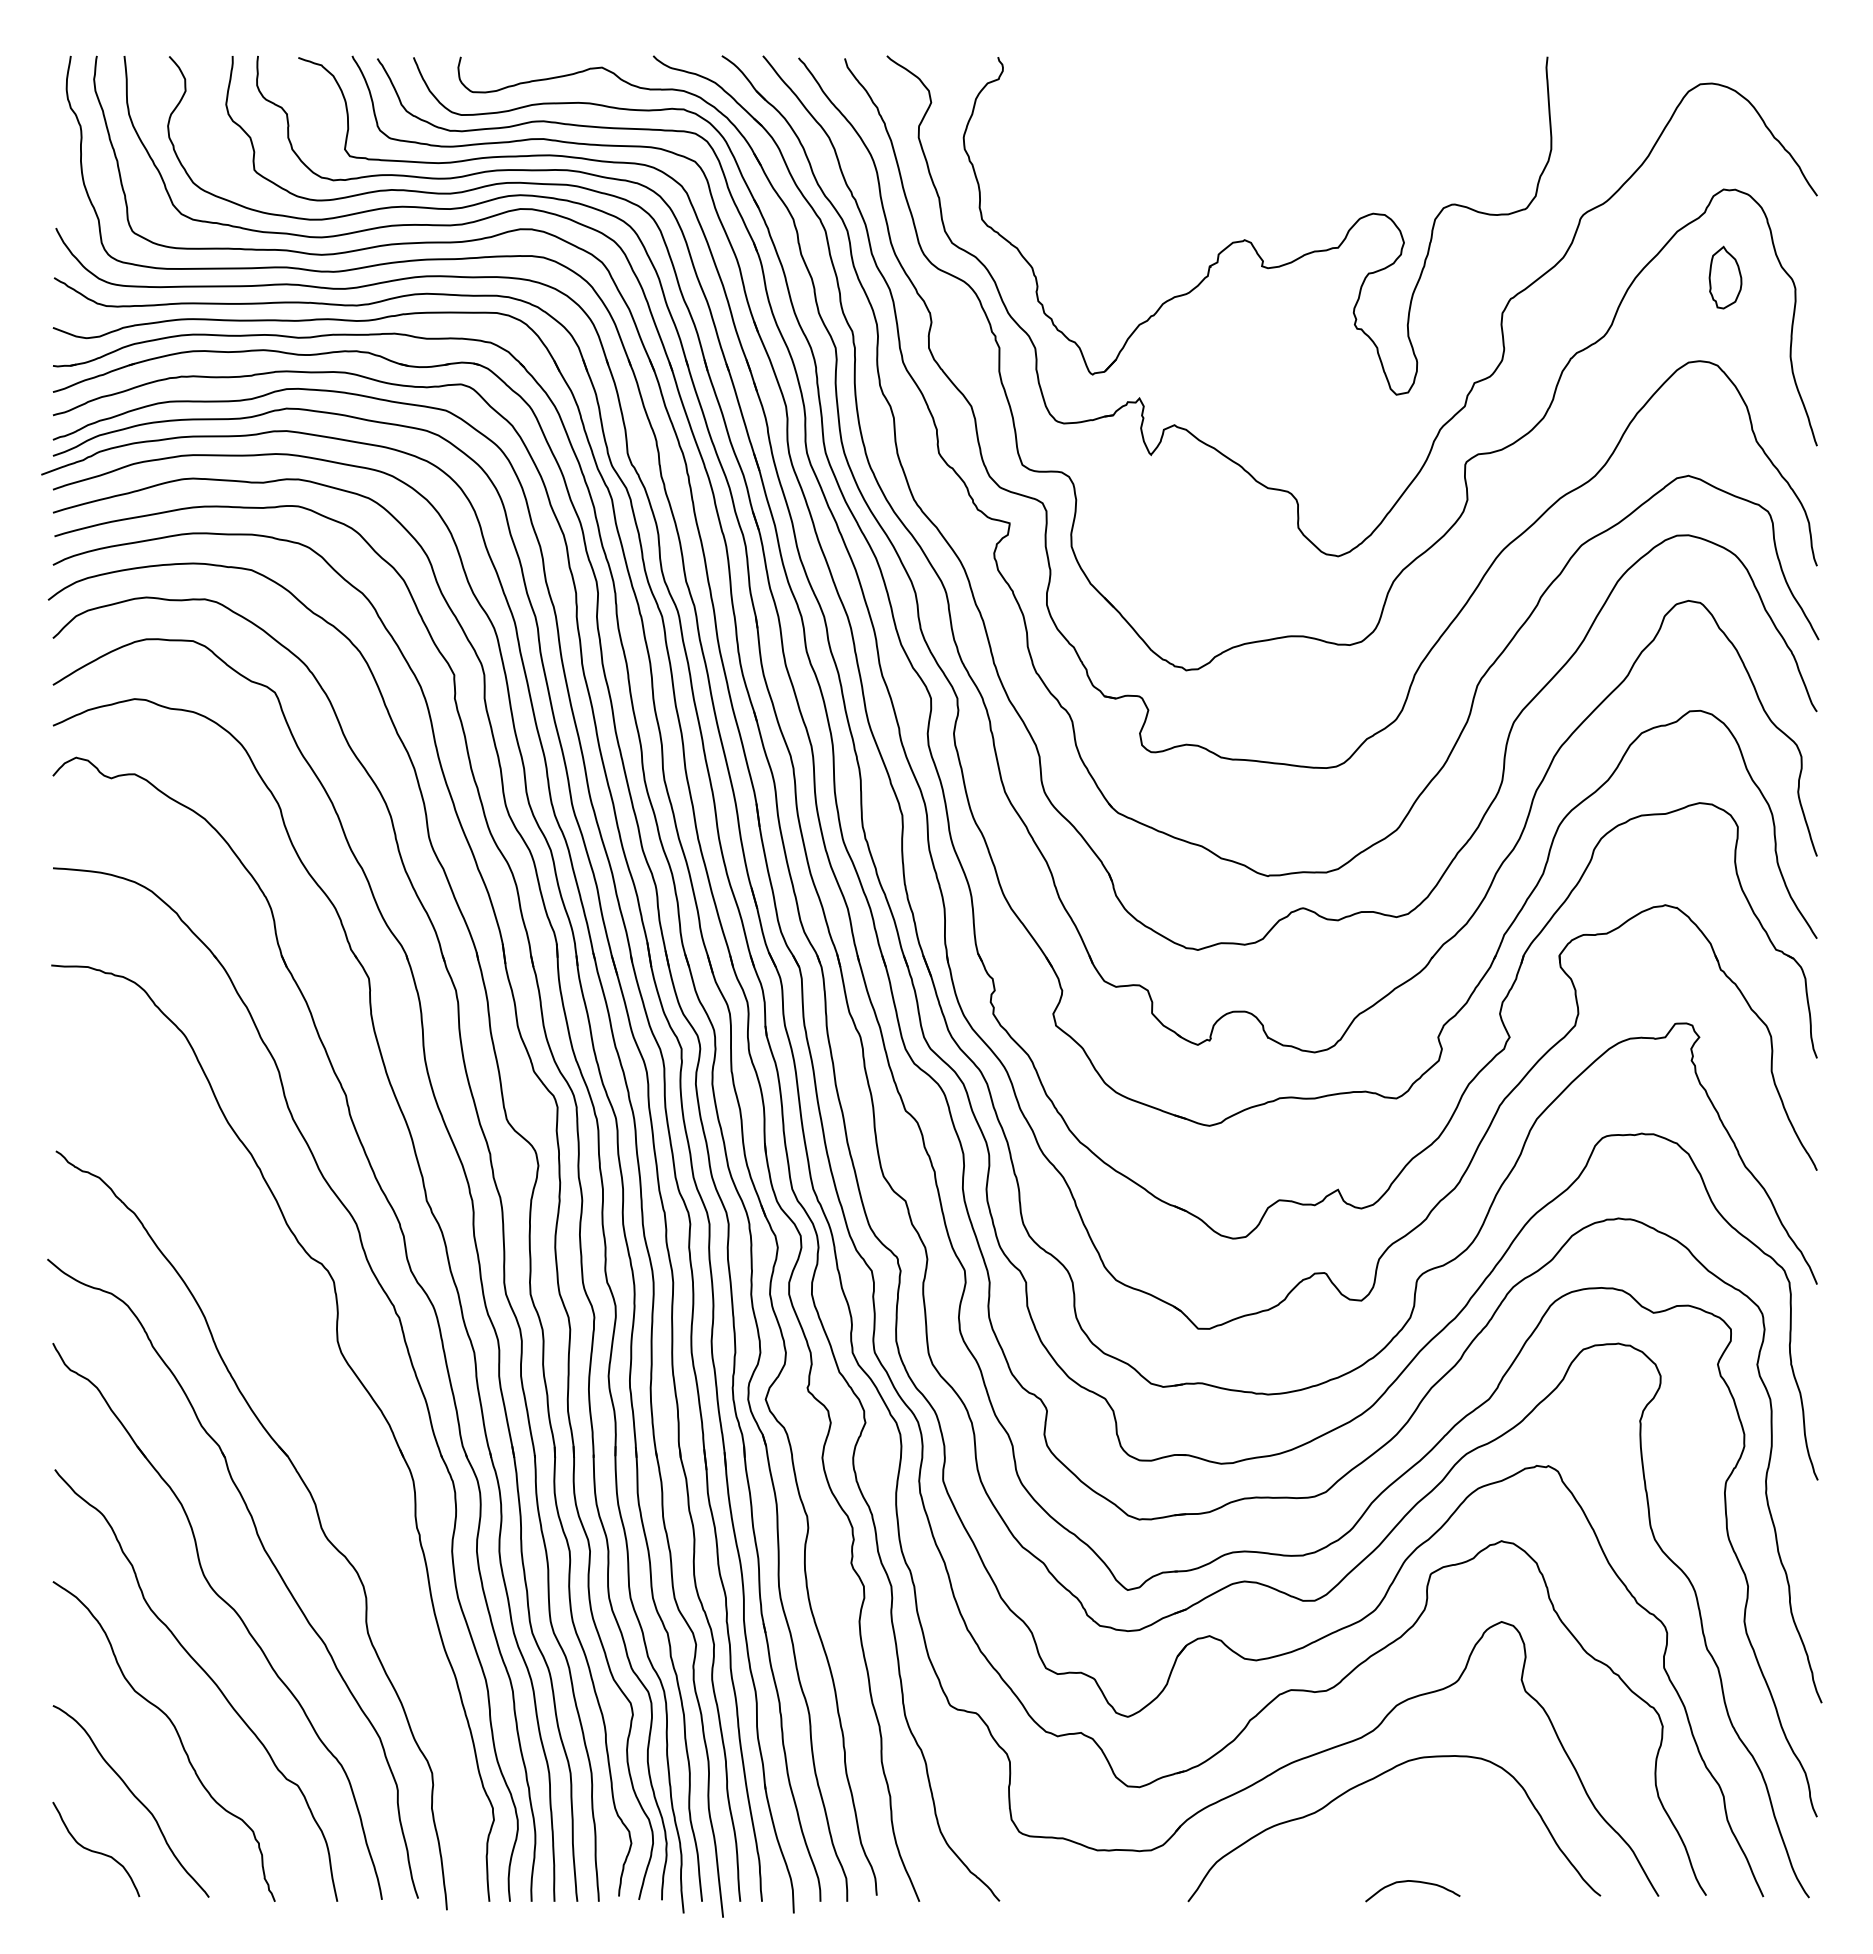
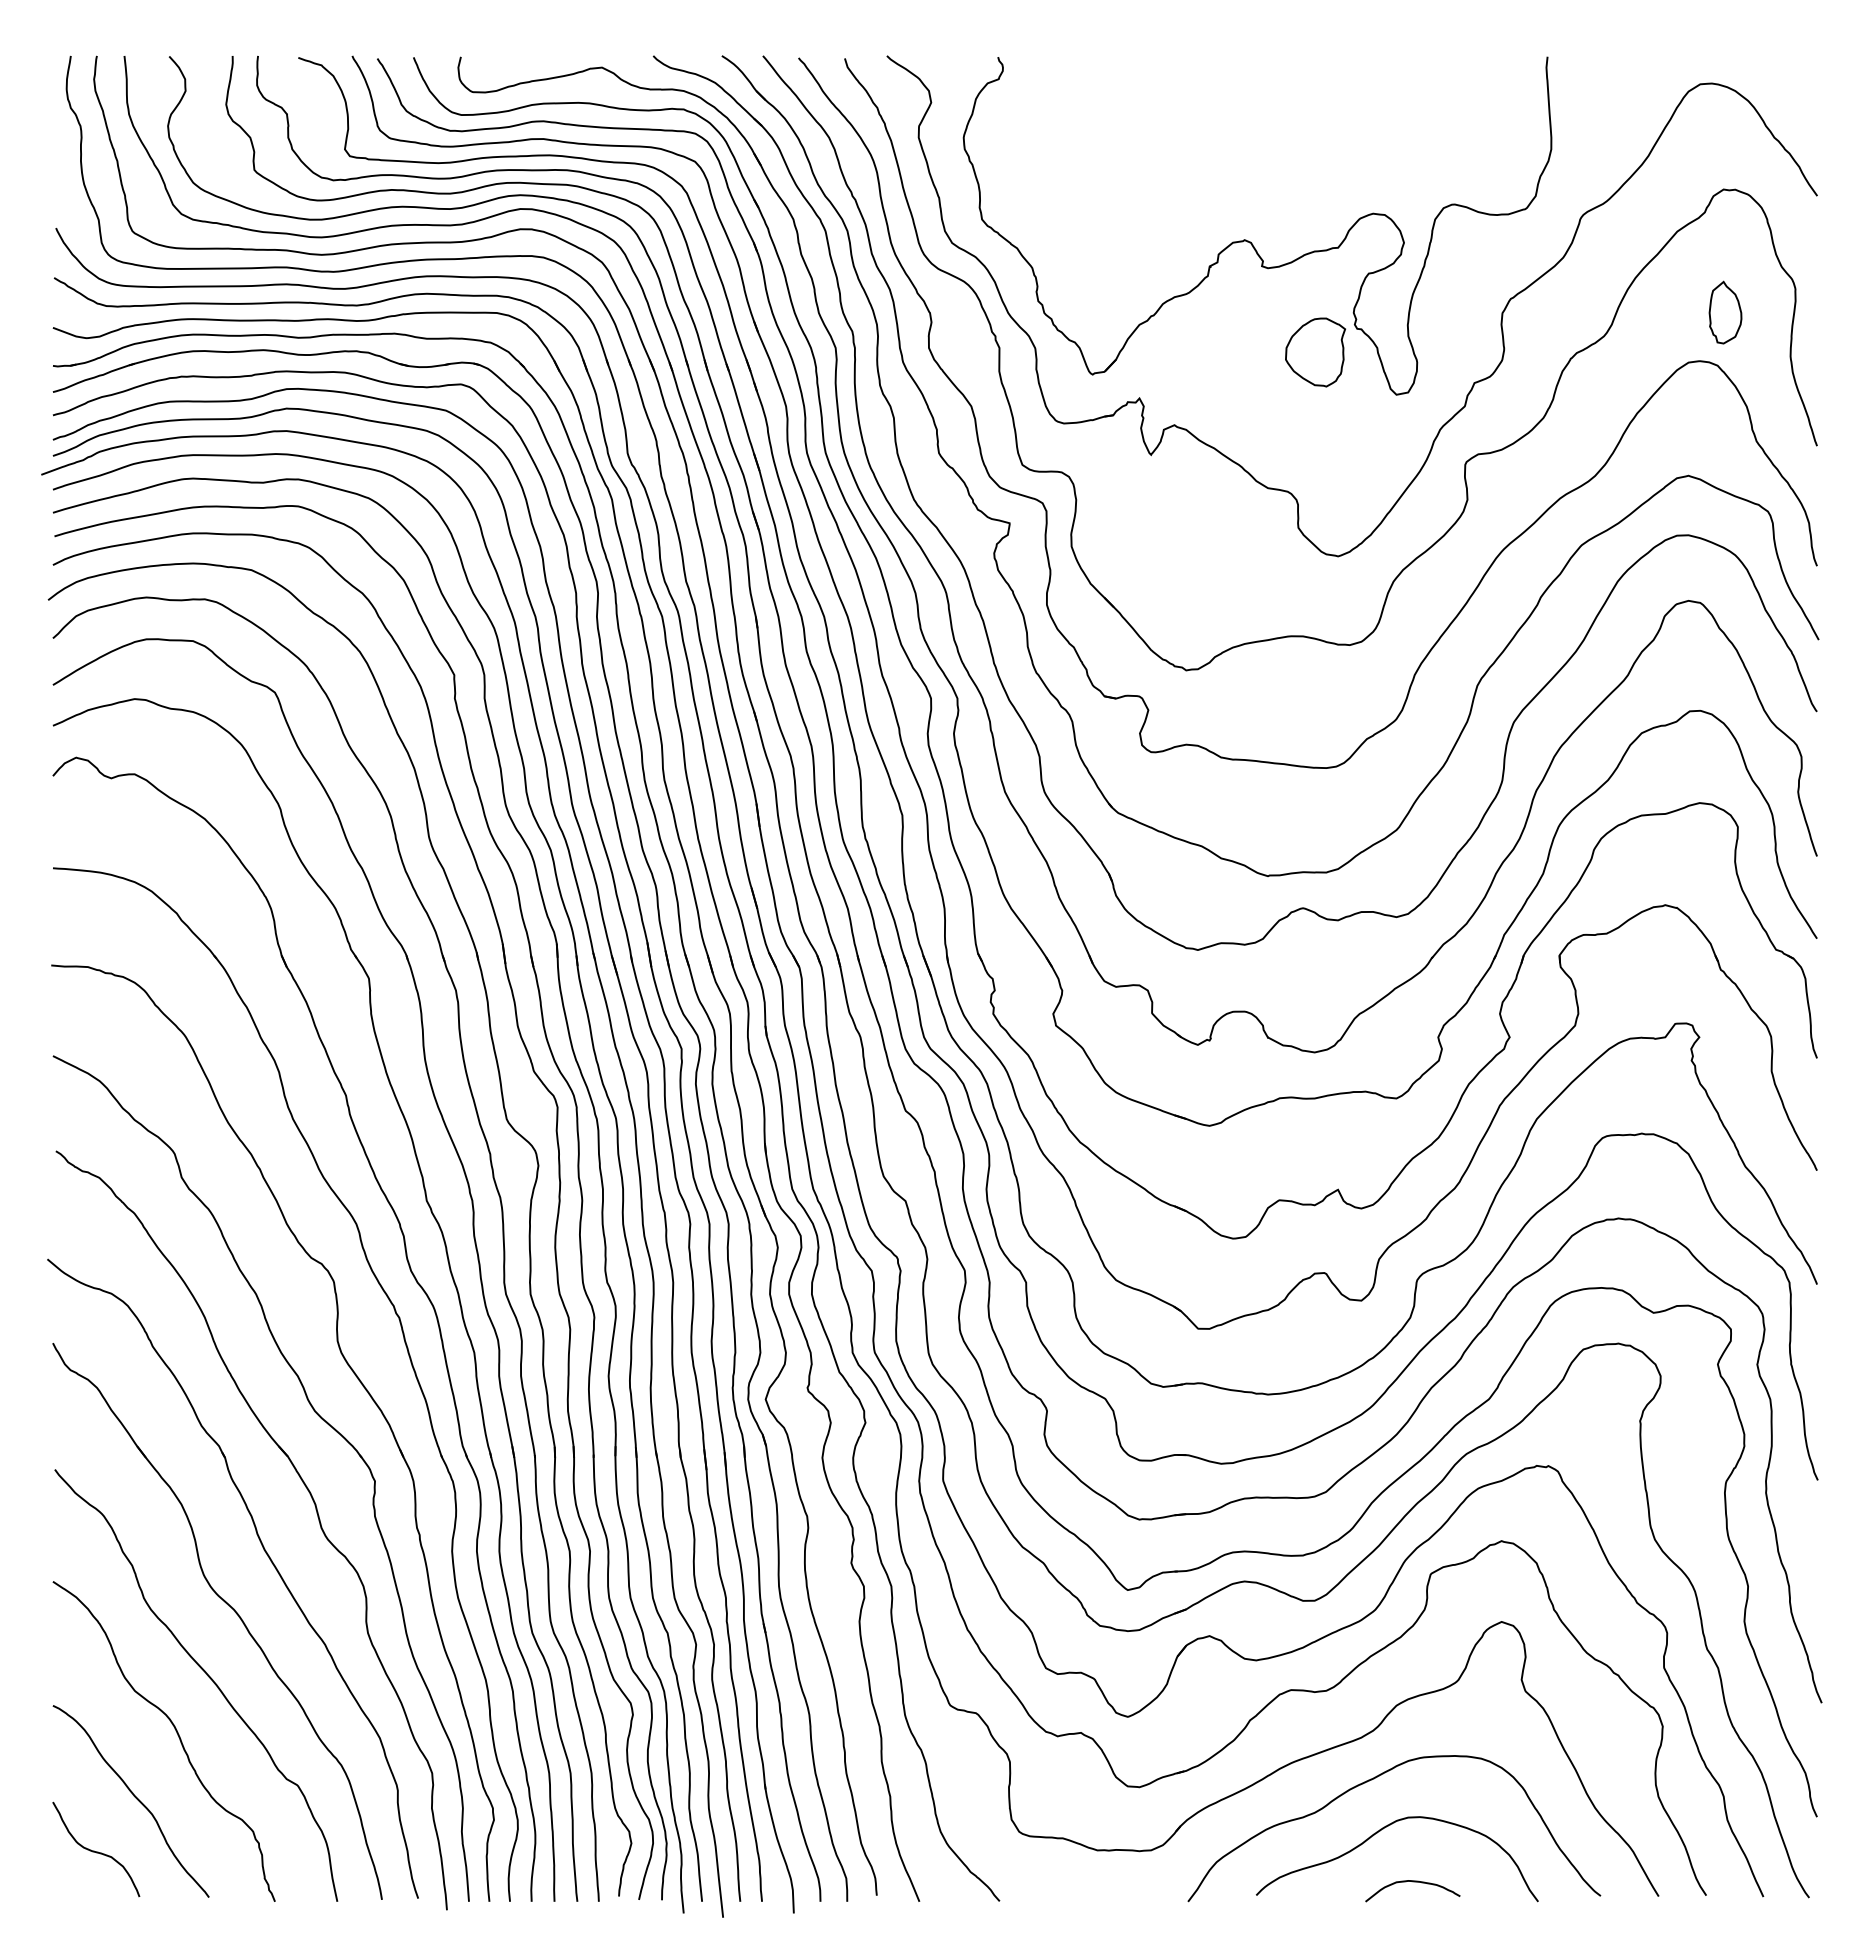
part at (1725, 277) position: (1725, 277) -> (1725, 312)
part at (1315, 352): none -> present
part at (320, 1418): none -> present
curve at (1380, 1831): none -> present
